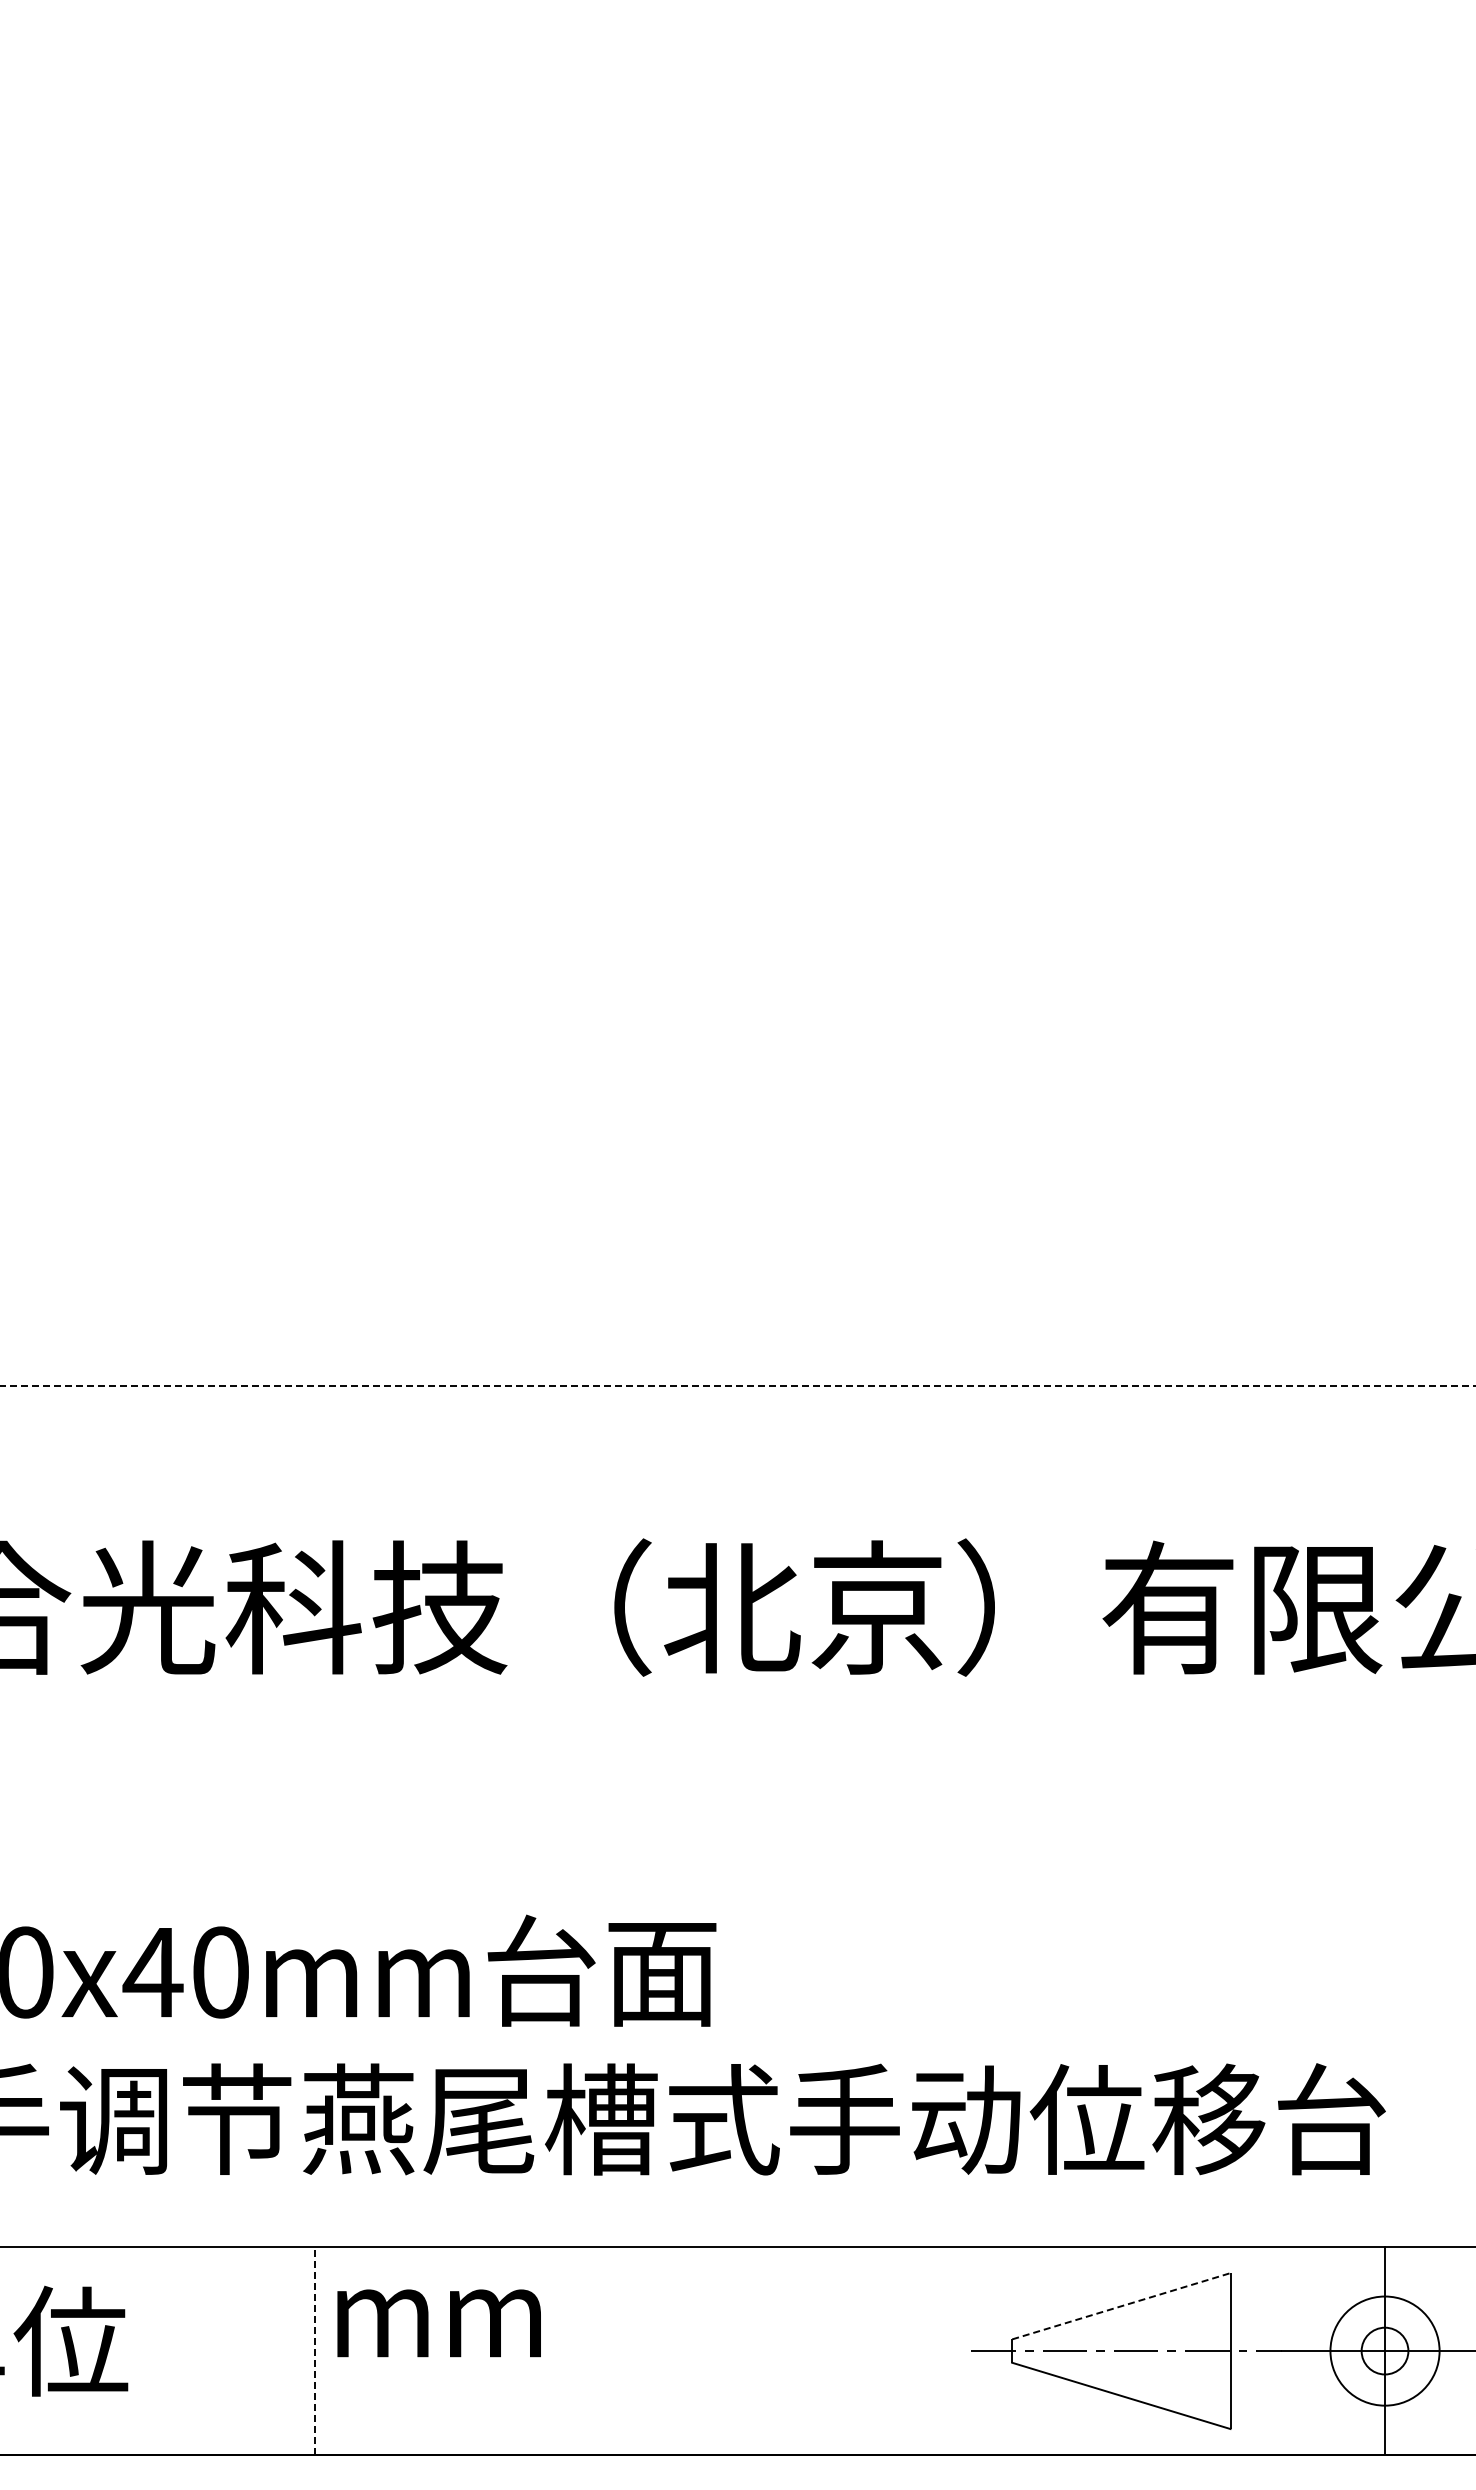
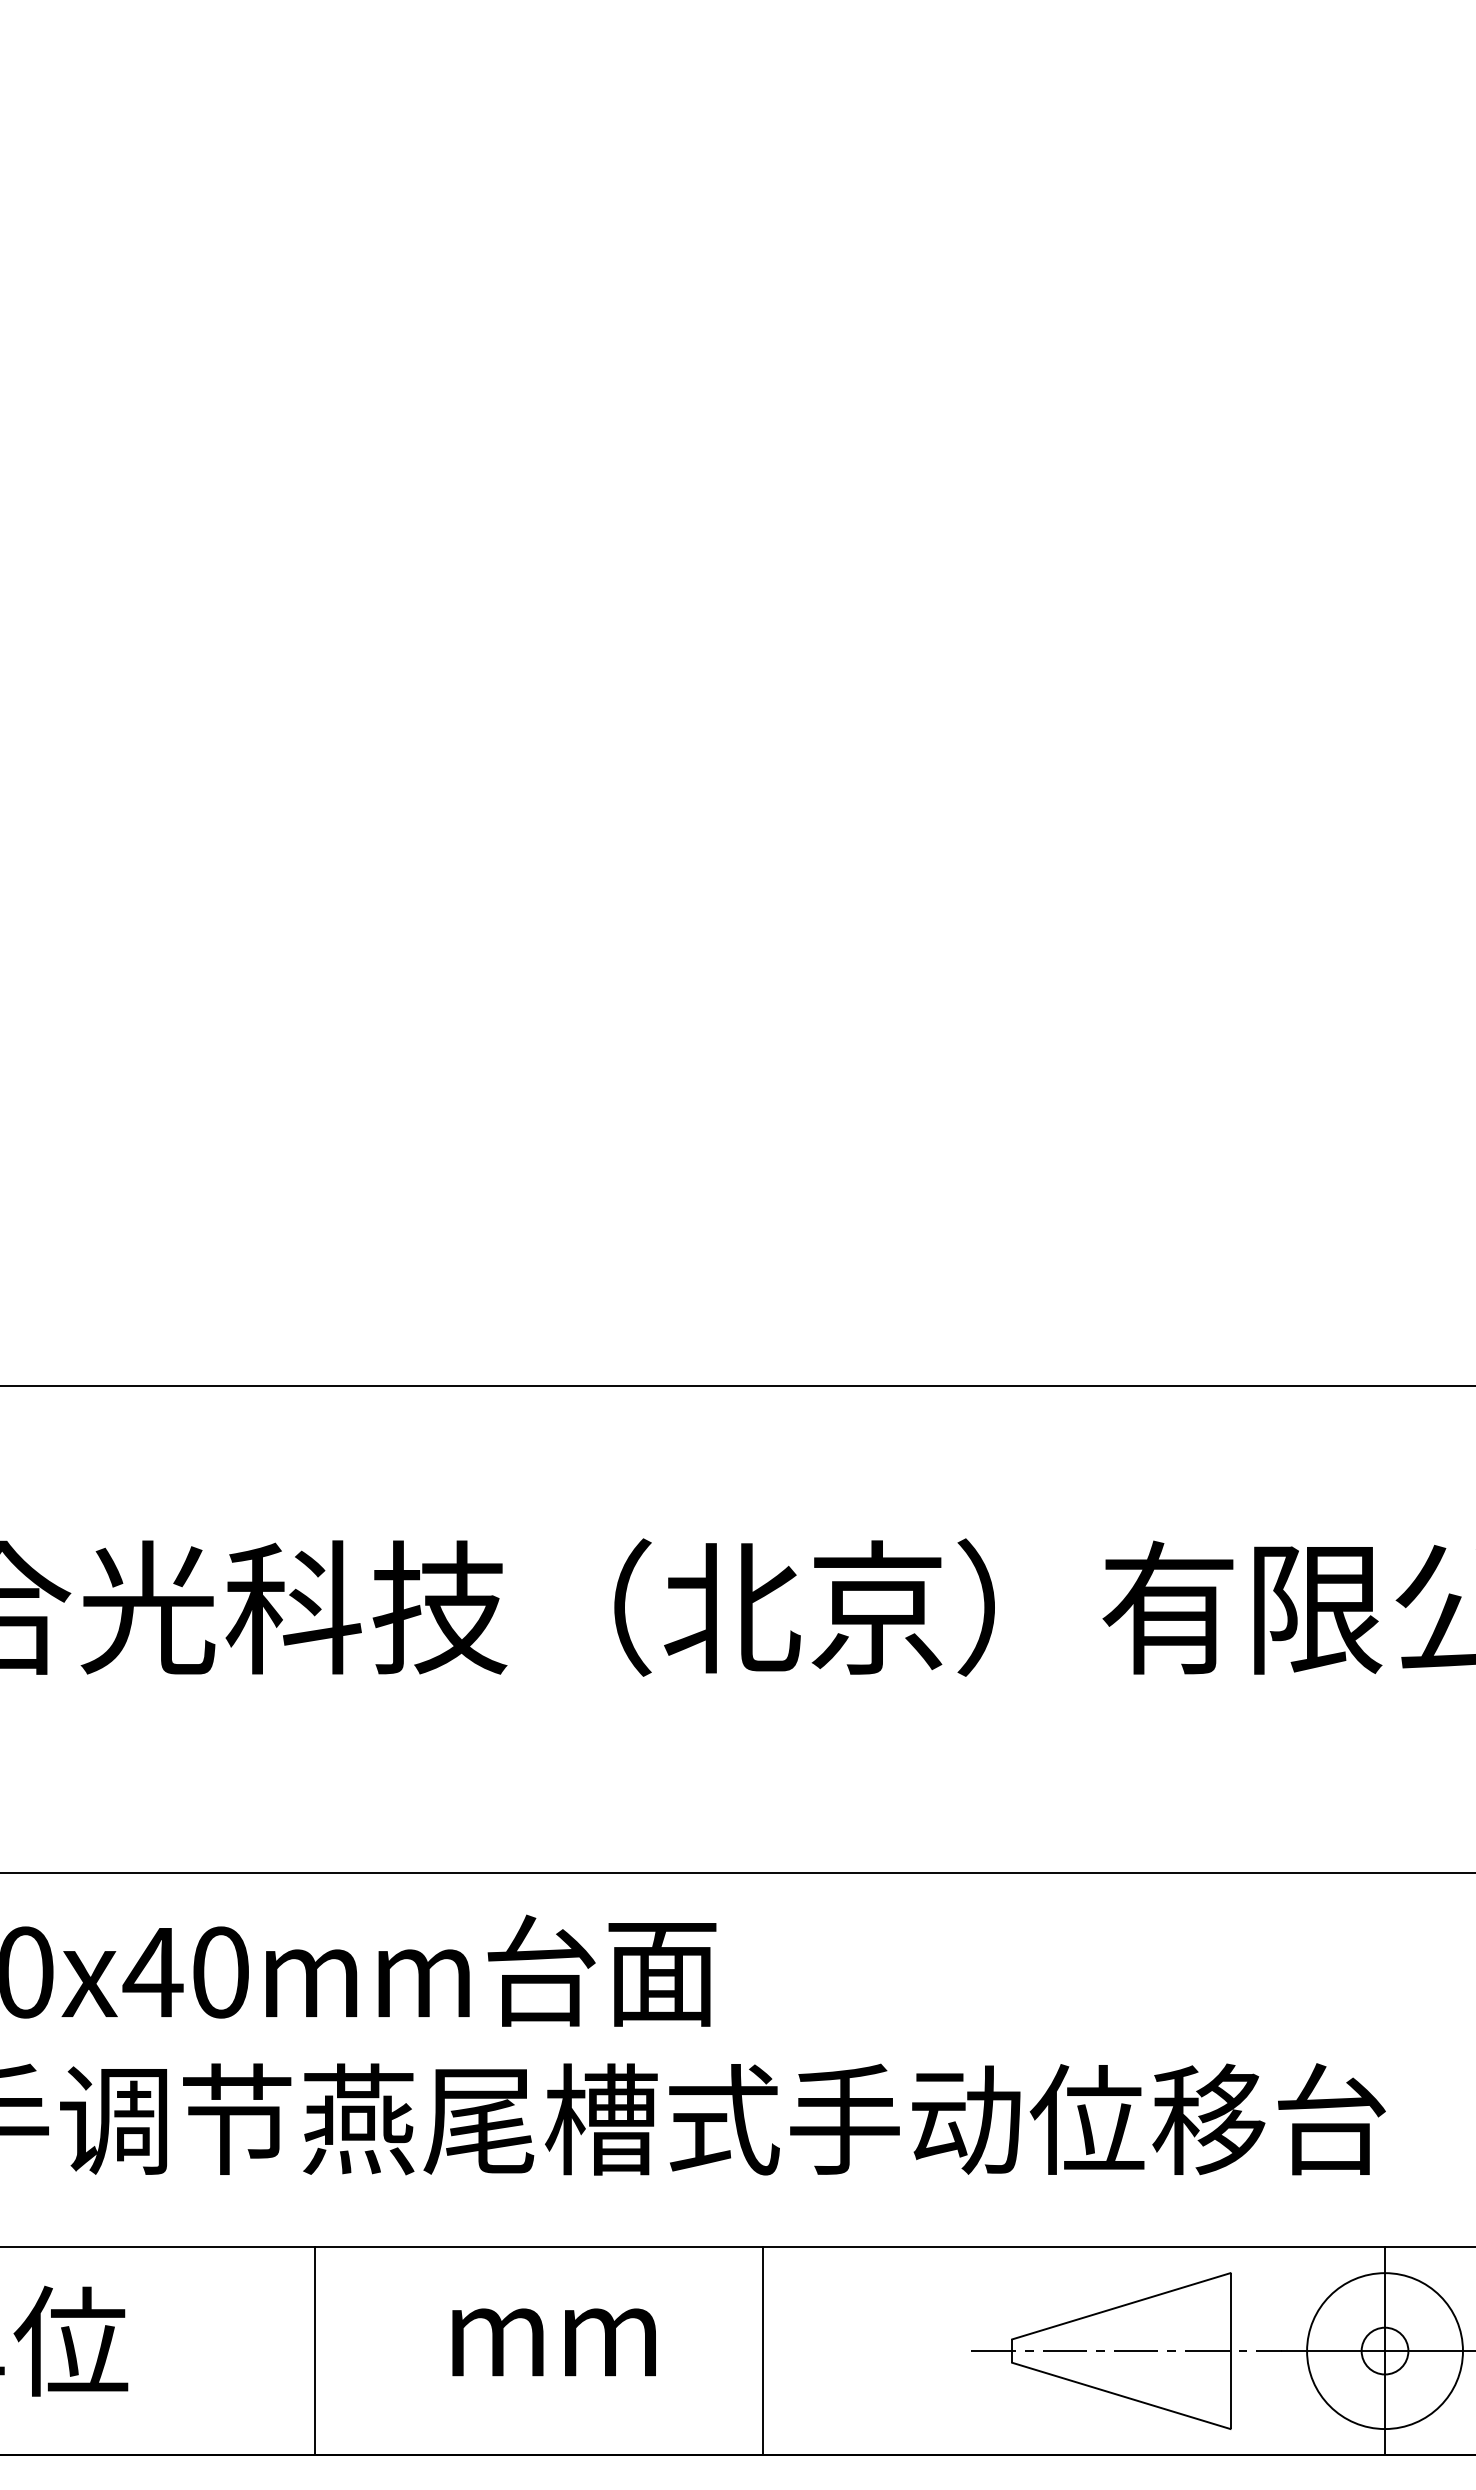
line at (738, 1386): dashed -> solid
line at (737, 1873): none -> present
line at (1121, 2306): dashed -> solid
text at (438, 2323) position: (438, 2323) -> (553, 2342)
line at (315, 2350): dashed -> solid
circle at (1384, 2350) diameter: 109 px -> 156 px
line at (763, 2351): none -> present
